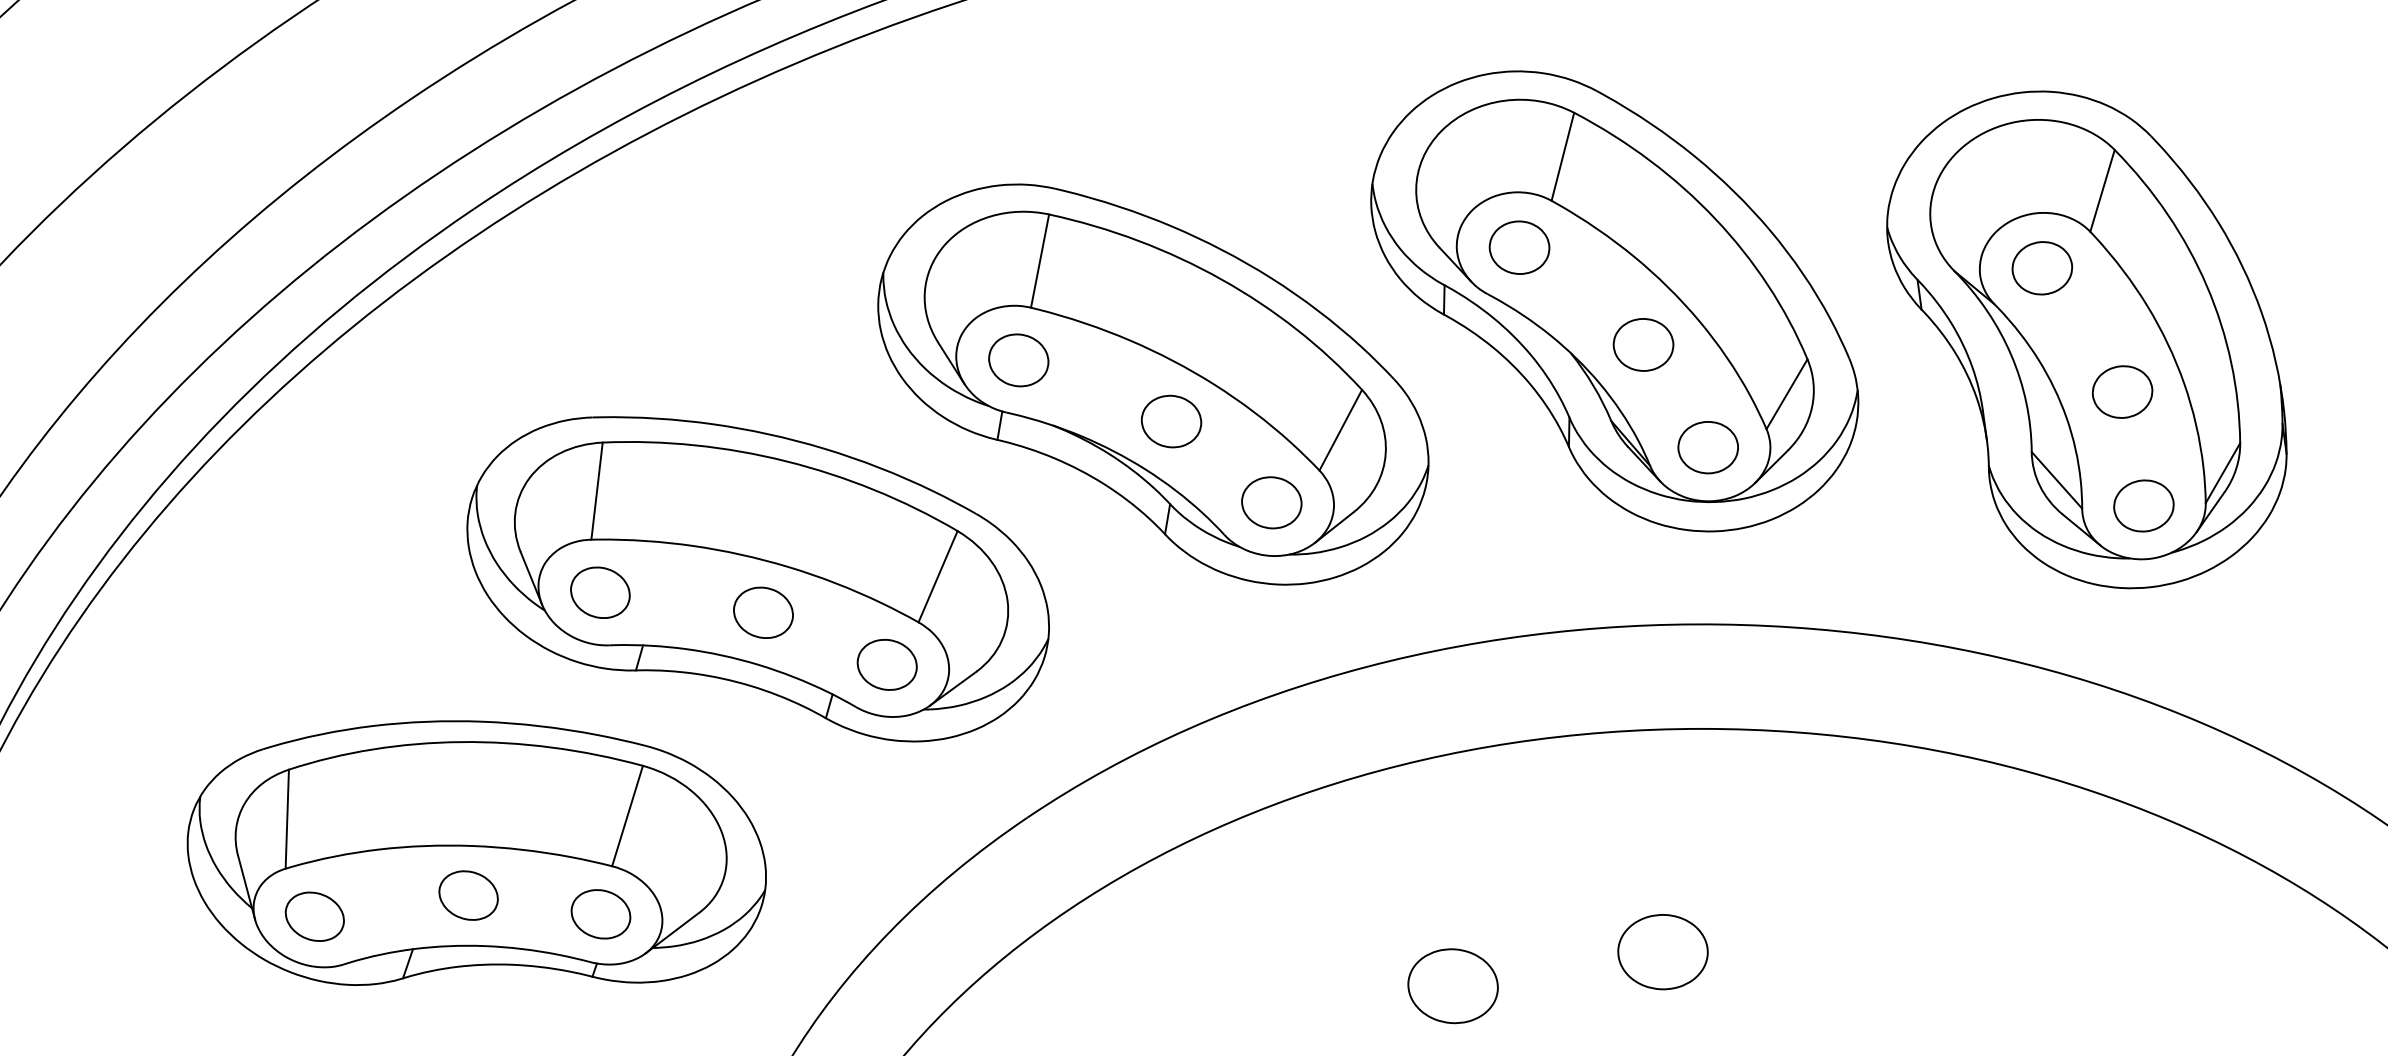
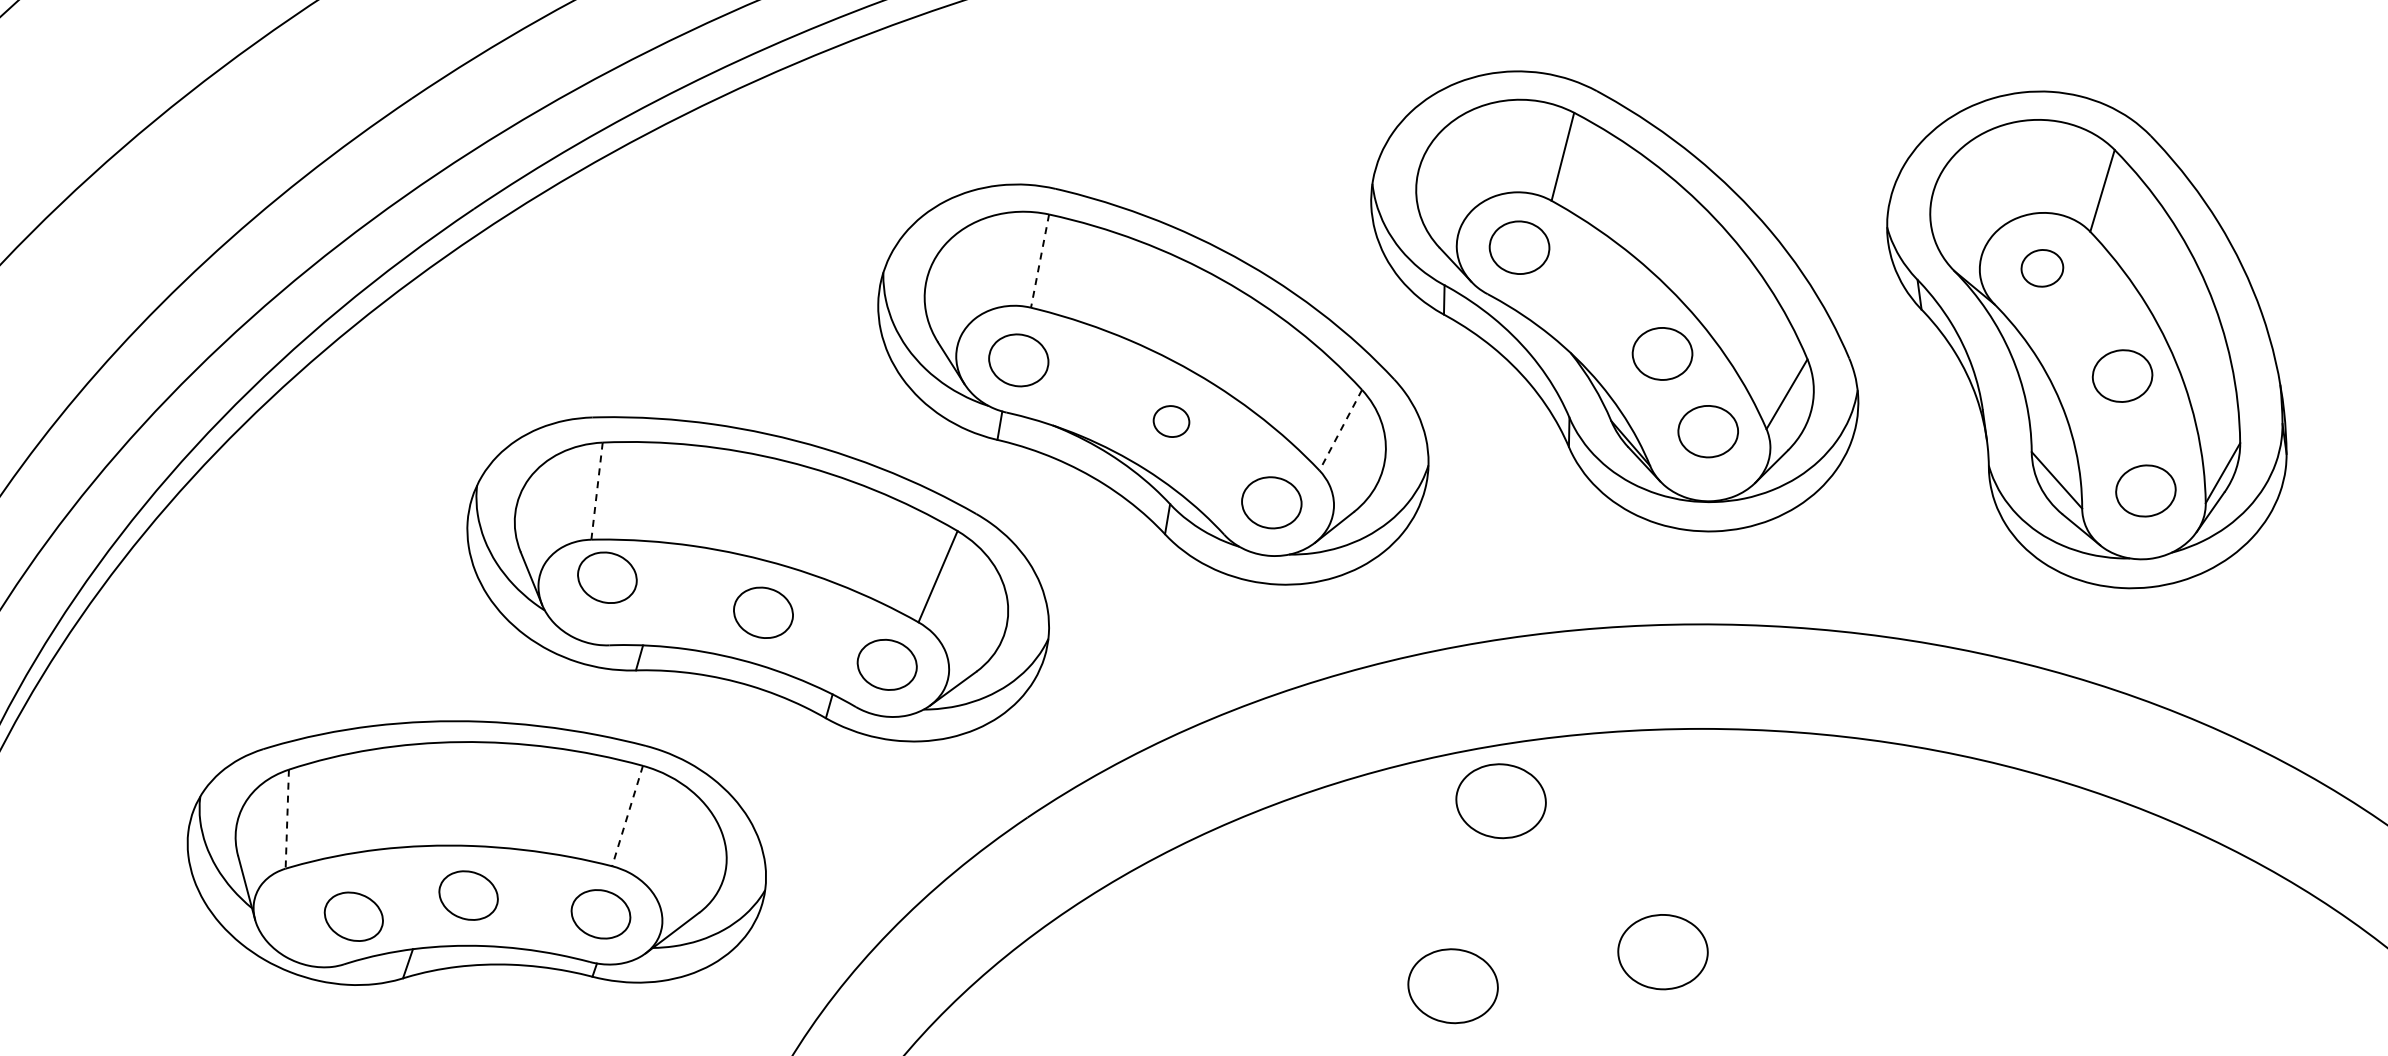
line at (1039, 261): solid -> dashed
part at (2042, 268) size: 63x55 px -> 45x39 px
part at (1643, 344) position: (1643, 344) -> (1662, 353)
part at (2122, 391) position: (2122, 391) -> (2122, 375)
part at (1171, 421) size: 63x55 px -> 39x33 px
line at (1340, 430): solid -> dashed
part at (1707, 447) position: (1707, 447) -> (1707, 431)
line at (597, 491): solid -> dashed
part at (2143, 505) position: (2143, 505) -> (2145, 490)
part at (600, 592) position: (600, 592) -> (607, 577)
part at (1500, 801): none -> present
line at (627, 816): solid -> dashed
line at (287, 819): solid -> dashed
part at (314, 916) position: (314, 916) -> (353, 916)
